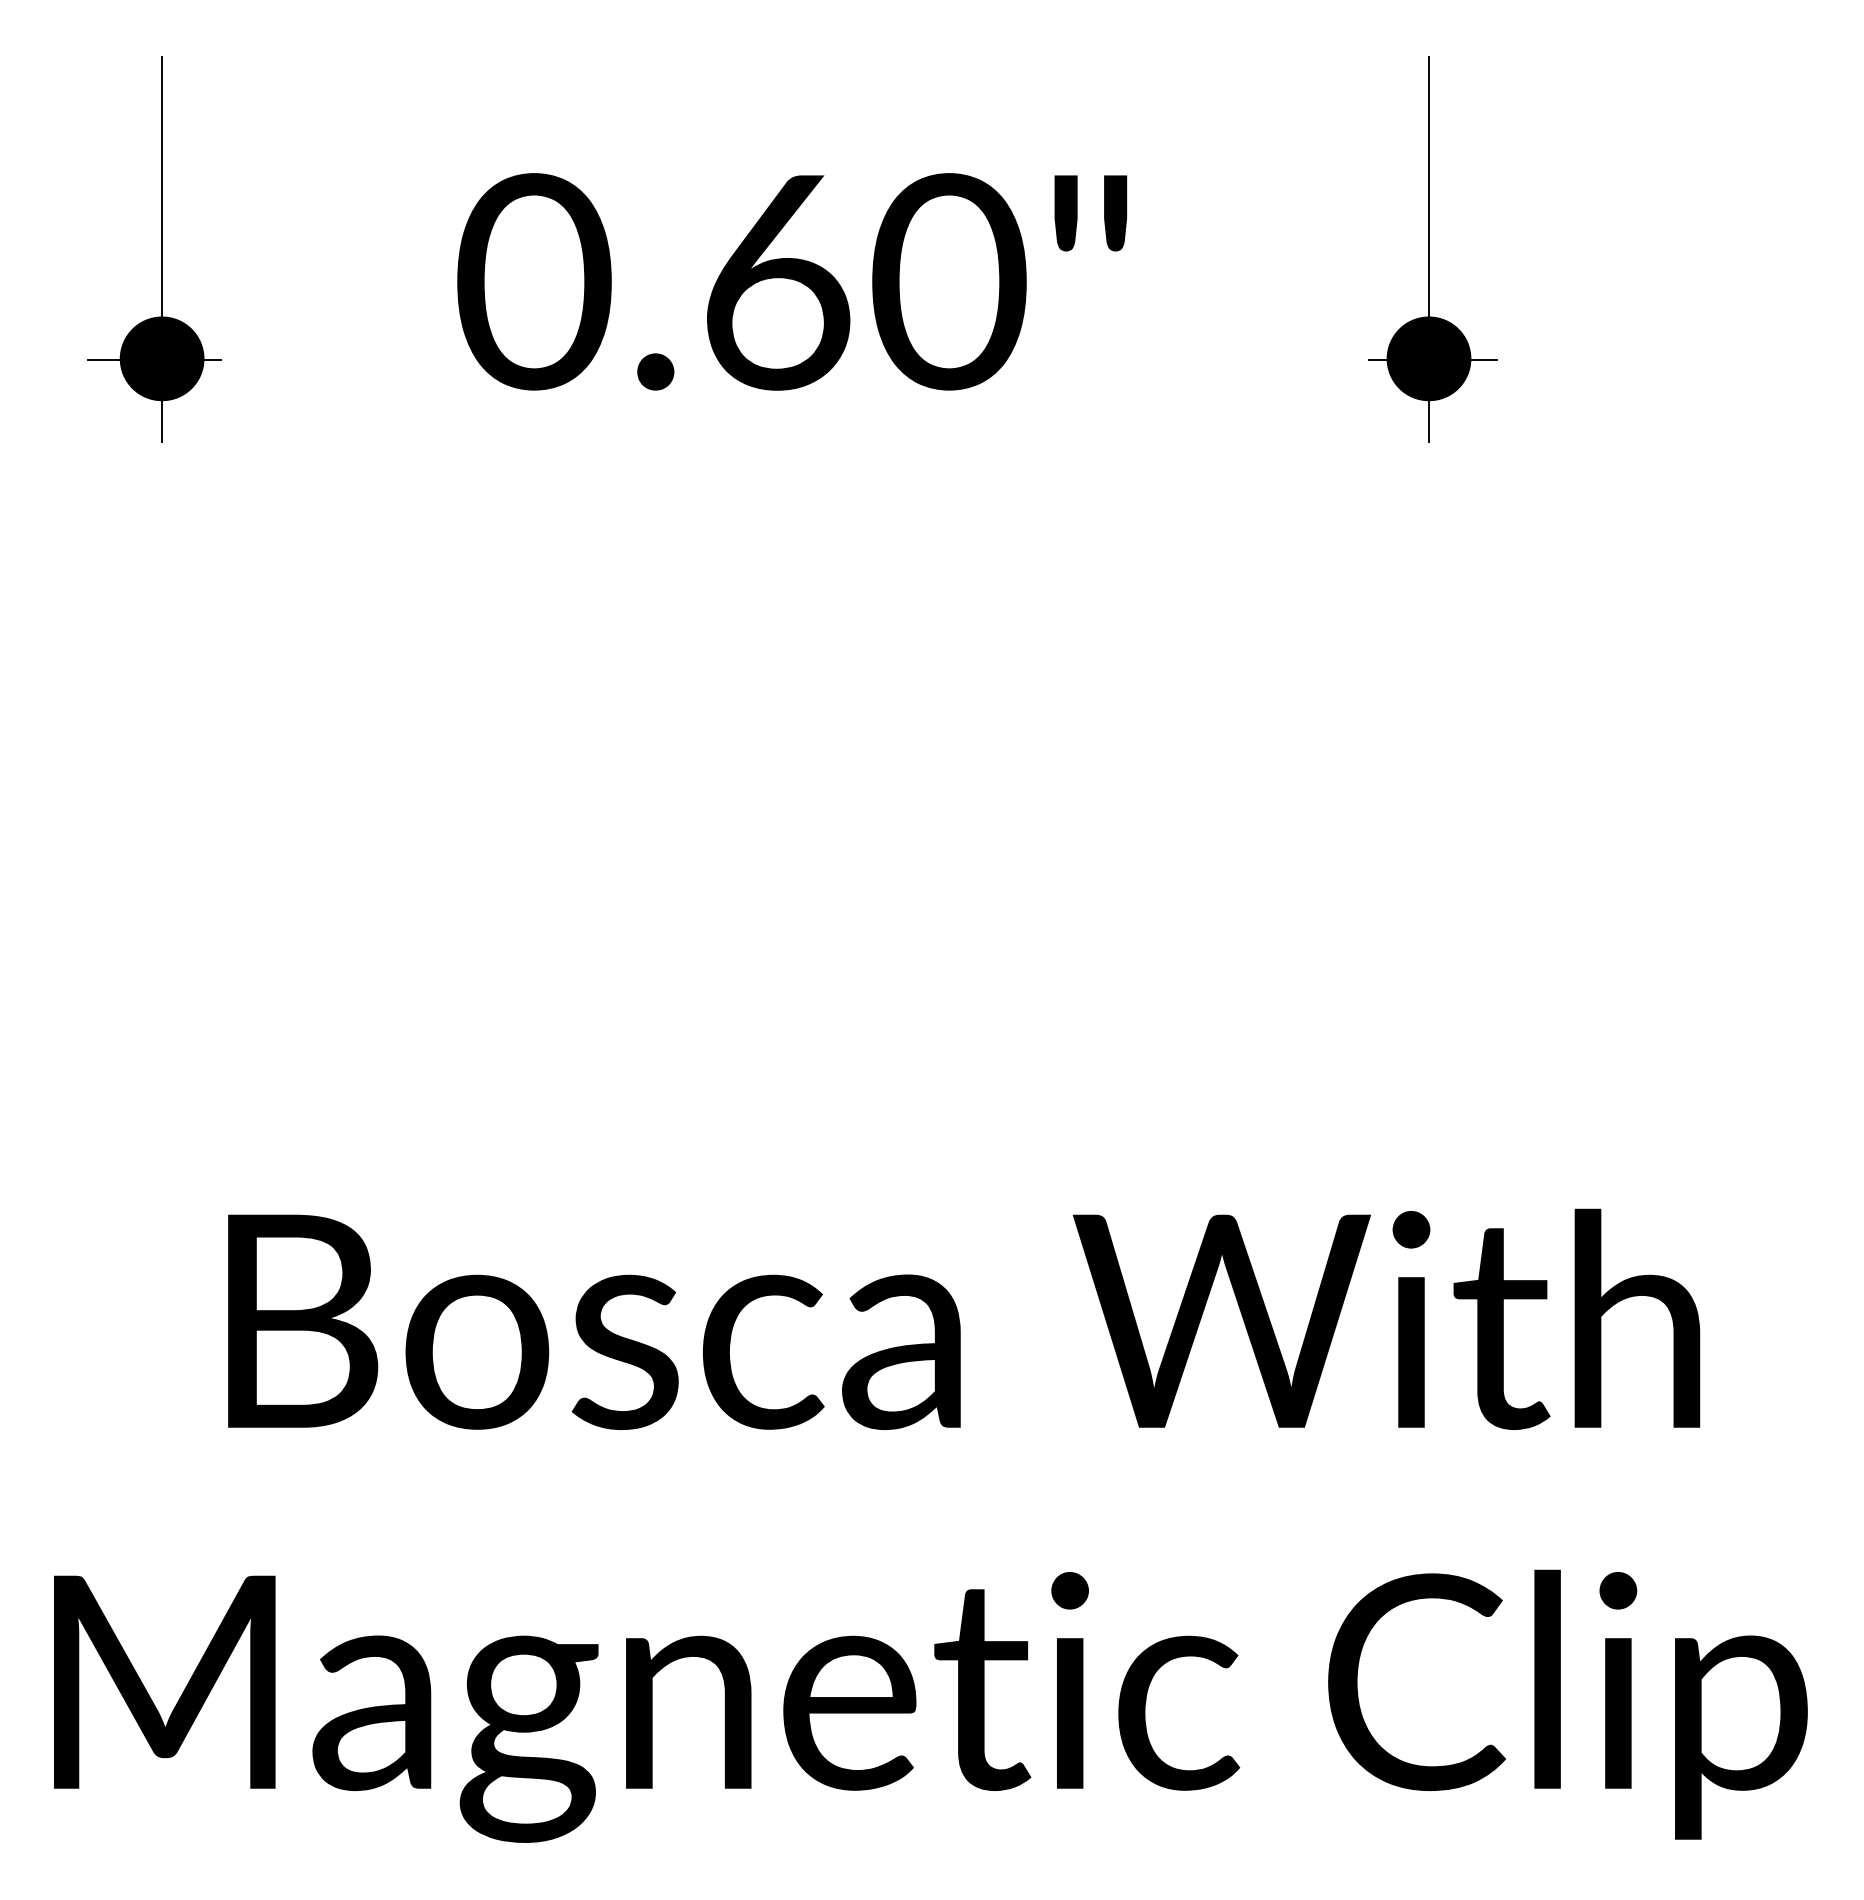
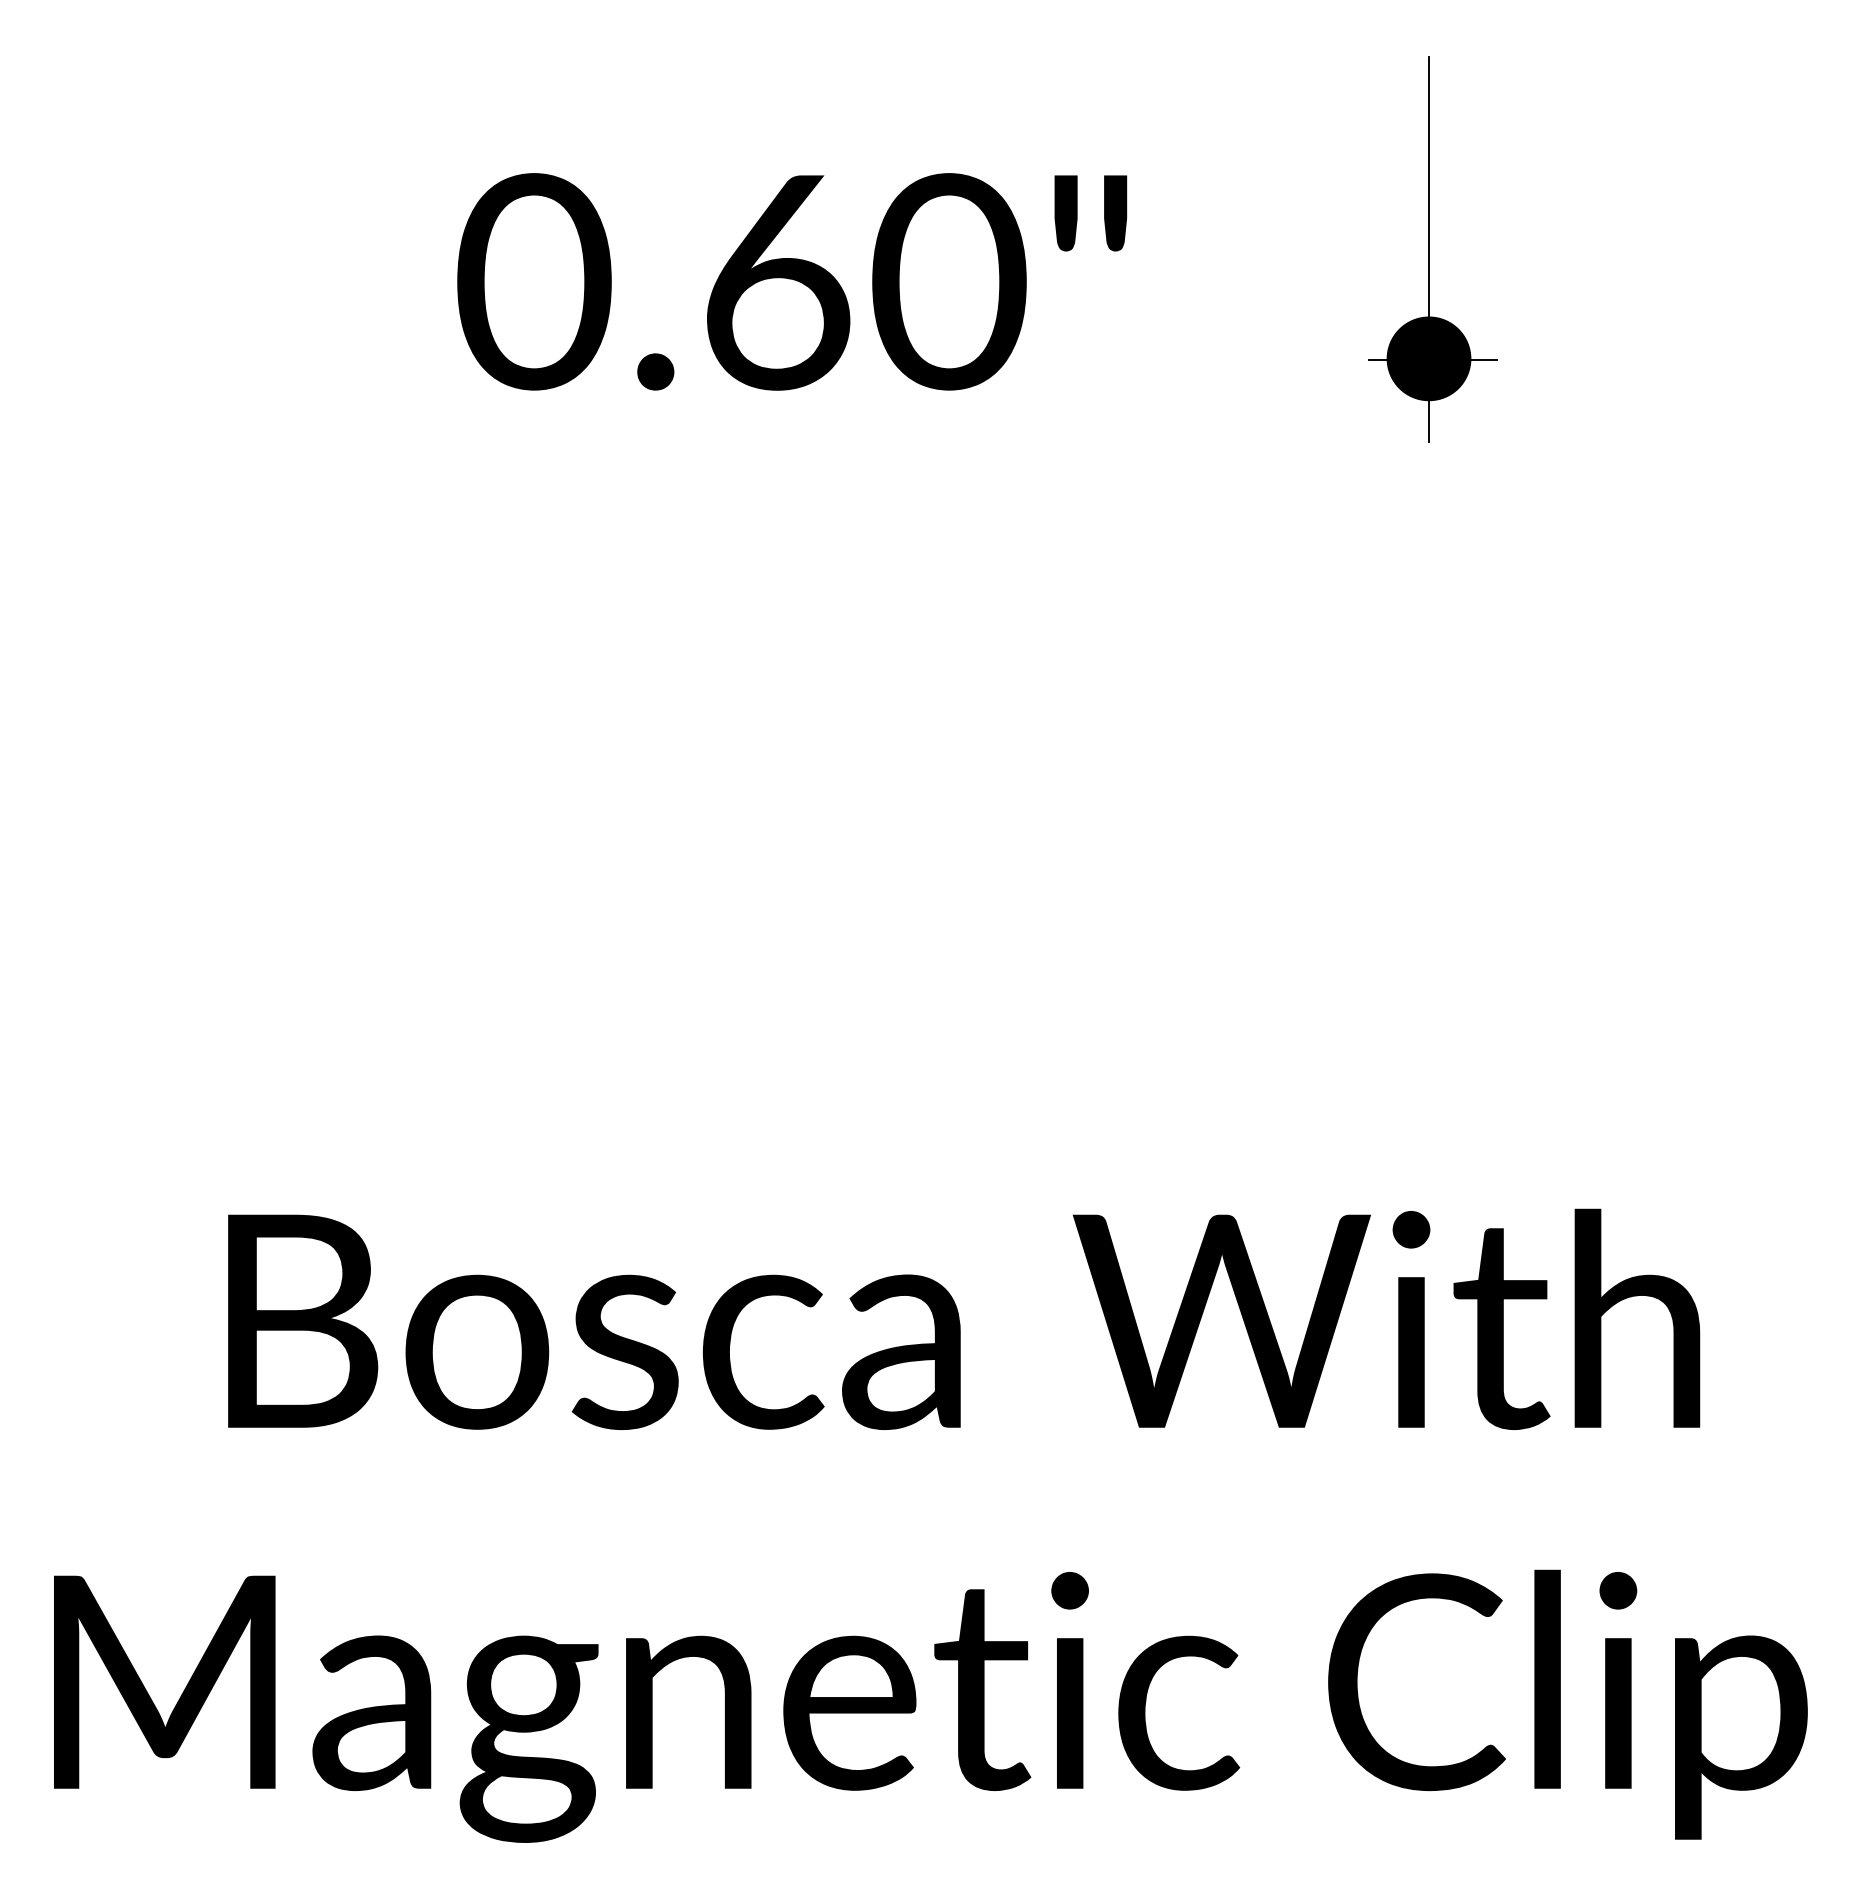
part at (161, 249): present -> none
